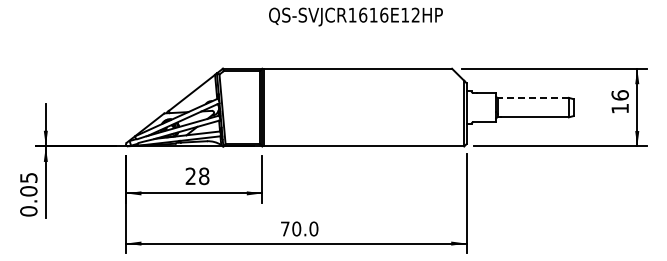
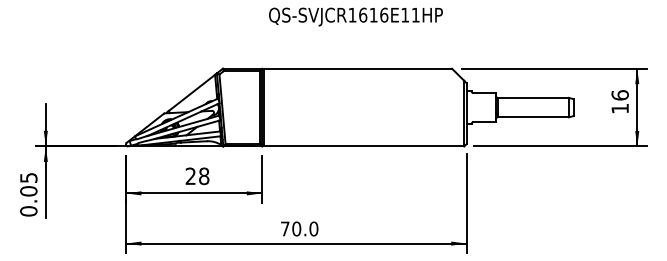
text at (415, 14): QS-SVJCR1616E12HP -> QS-SVJCR1616E11HP
line at (533, 97): dashed -> solid
